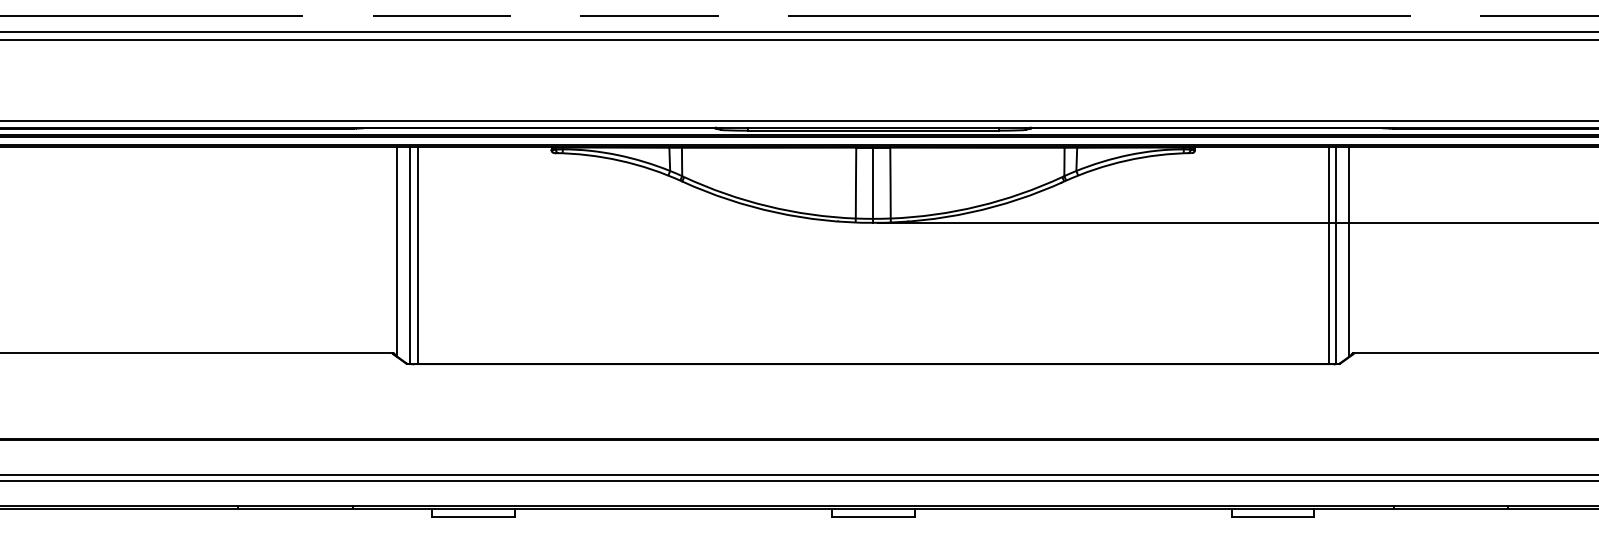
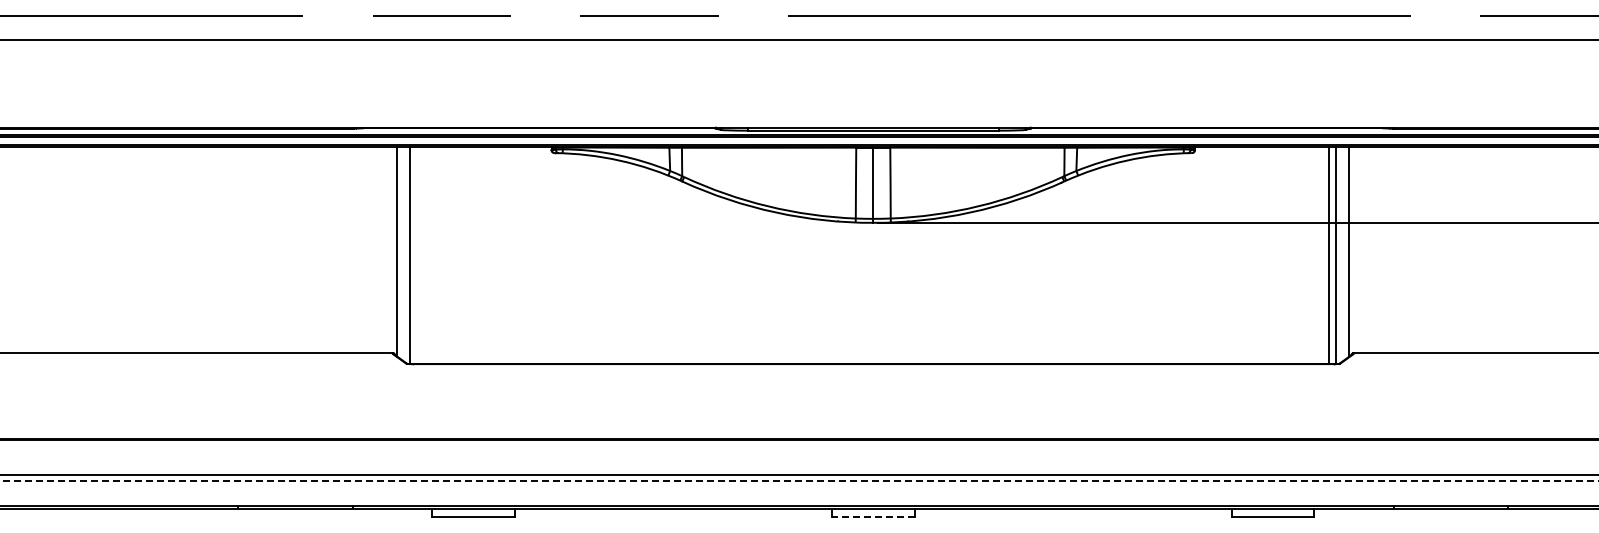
line at (798, 32): present -> none
line at (798, 121): present -> none
line at (417, 255): present -> none
line at (799, 481): solid -> dashed
line at (872, 516): solid -> dashed
